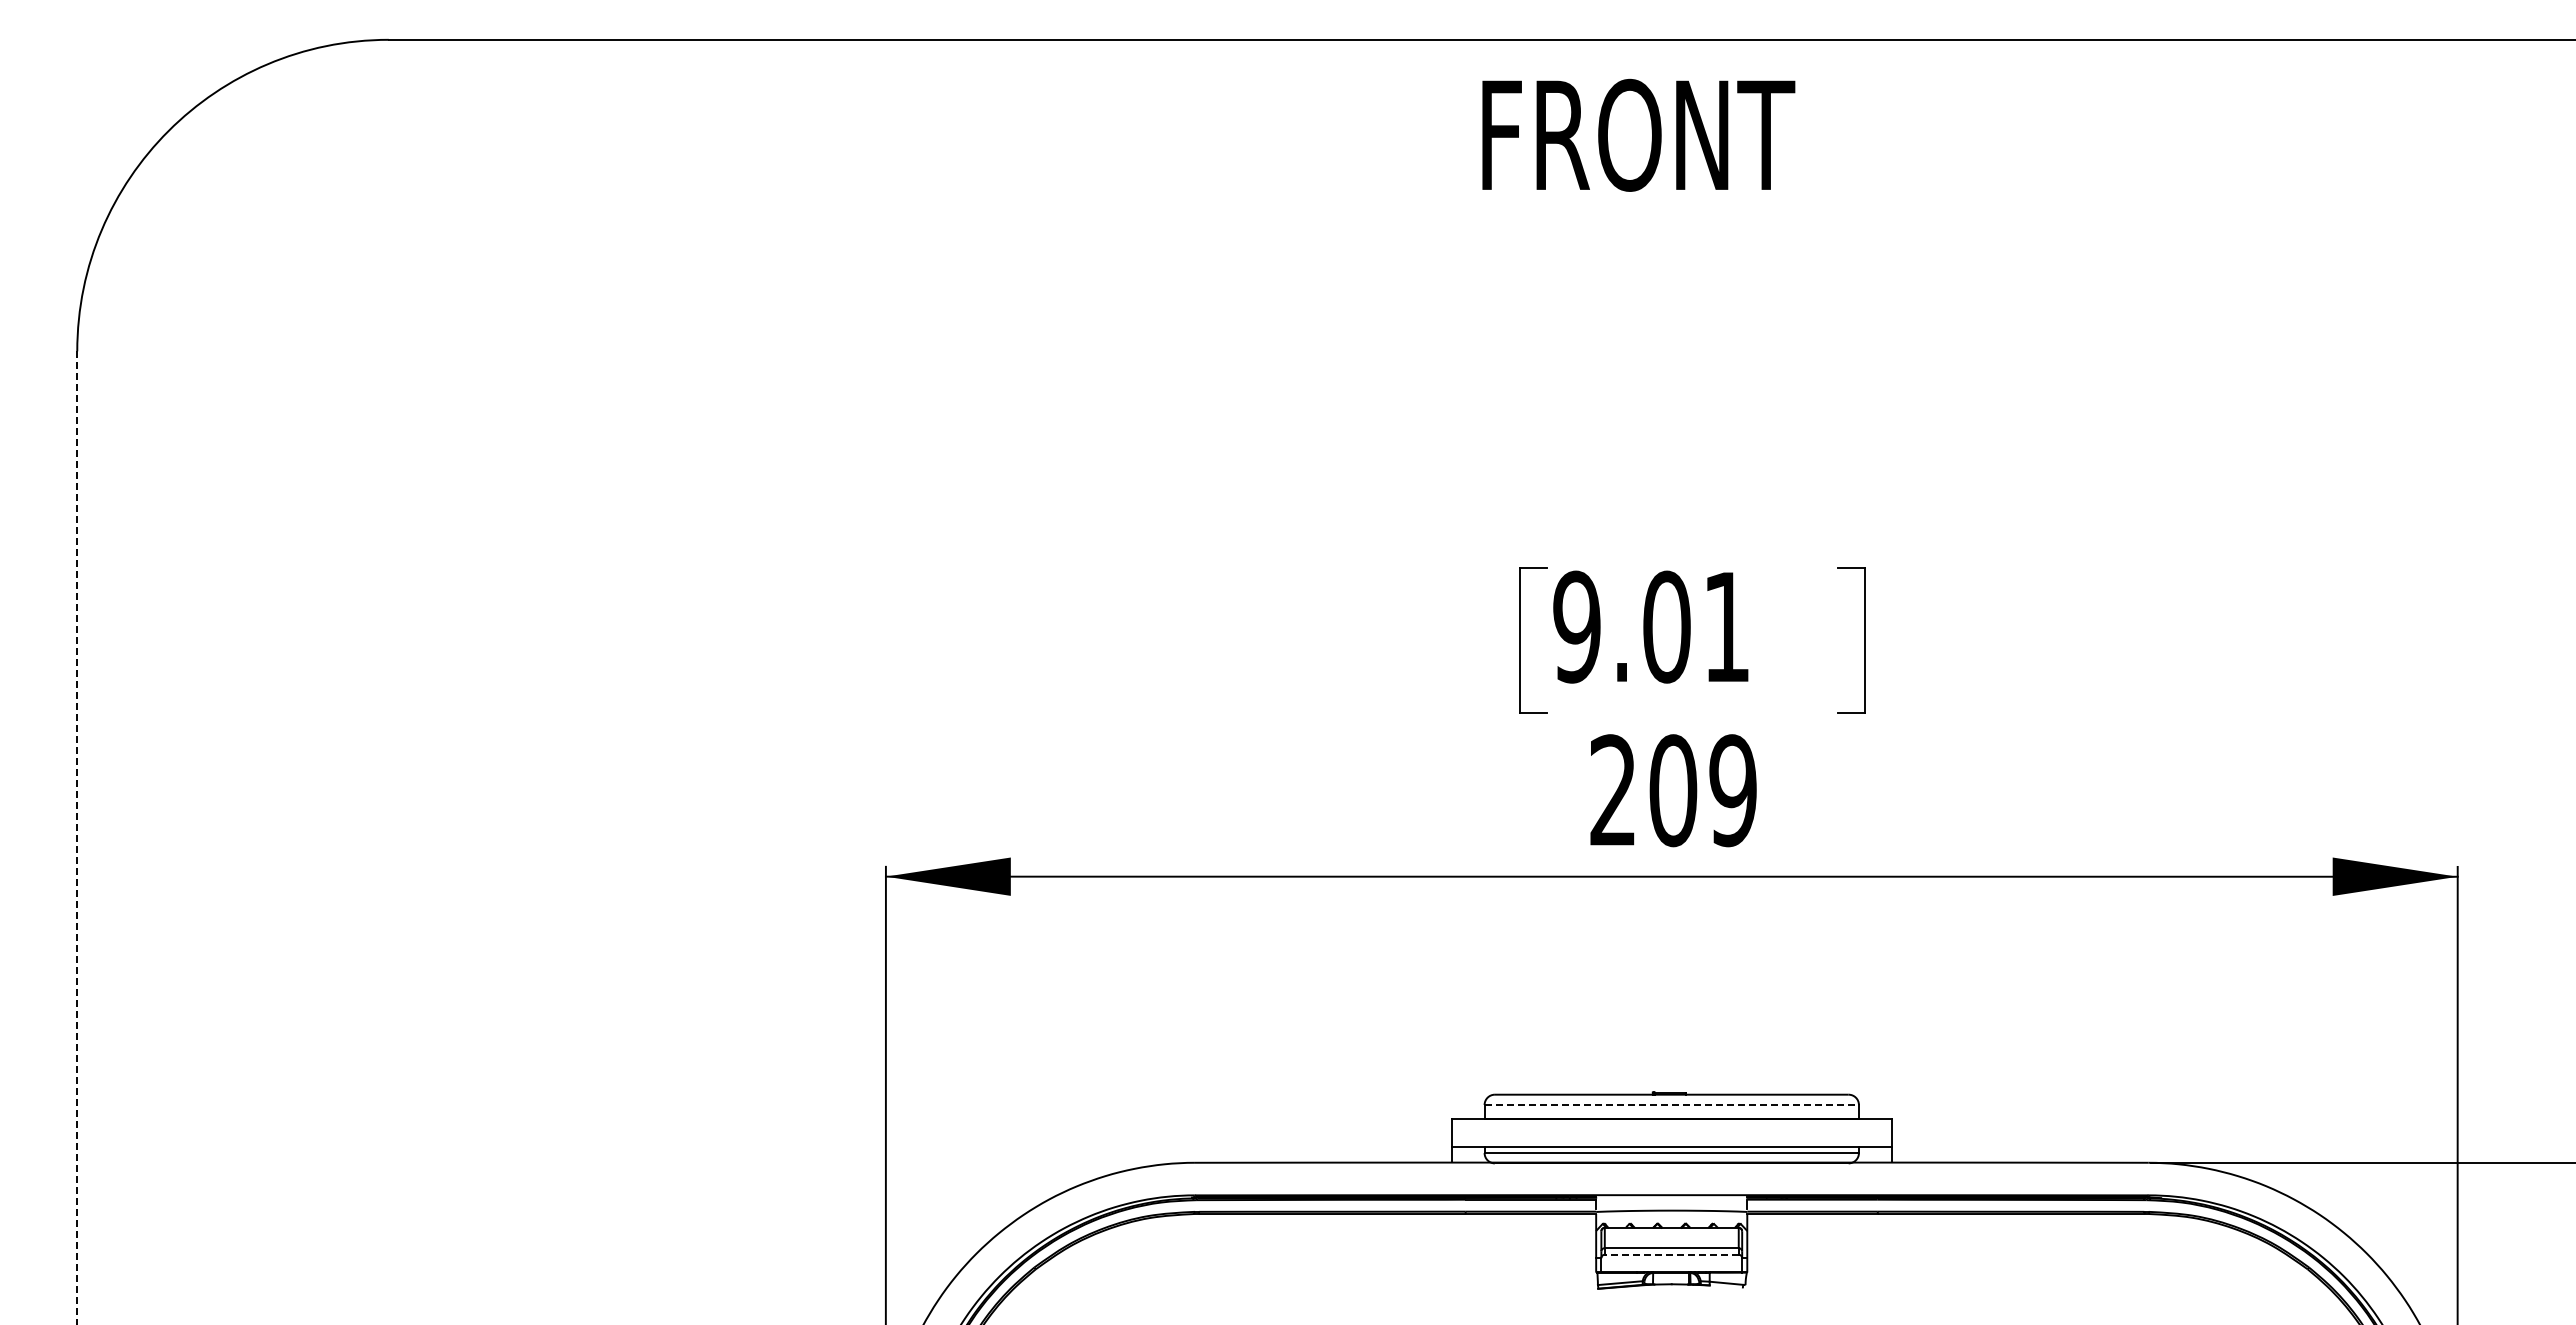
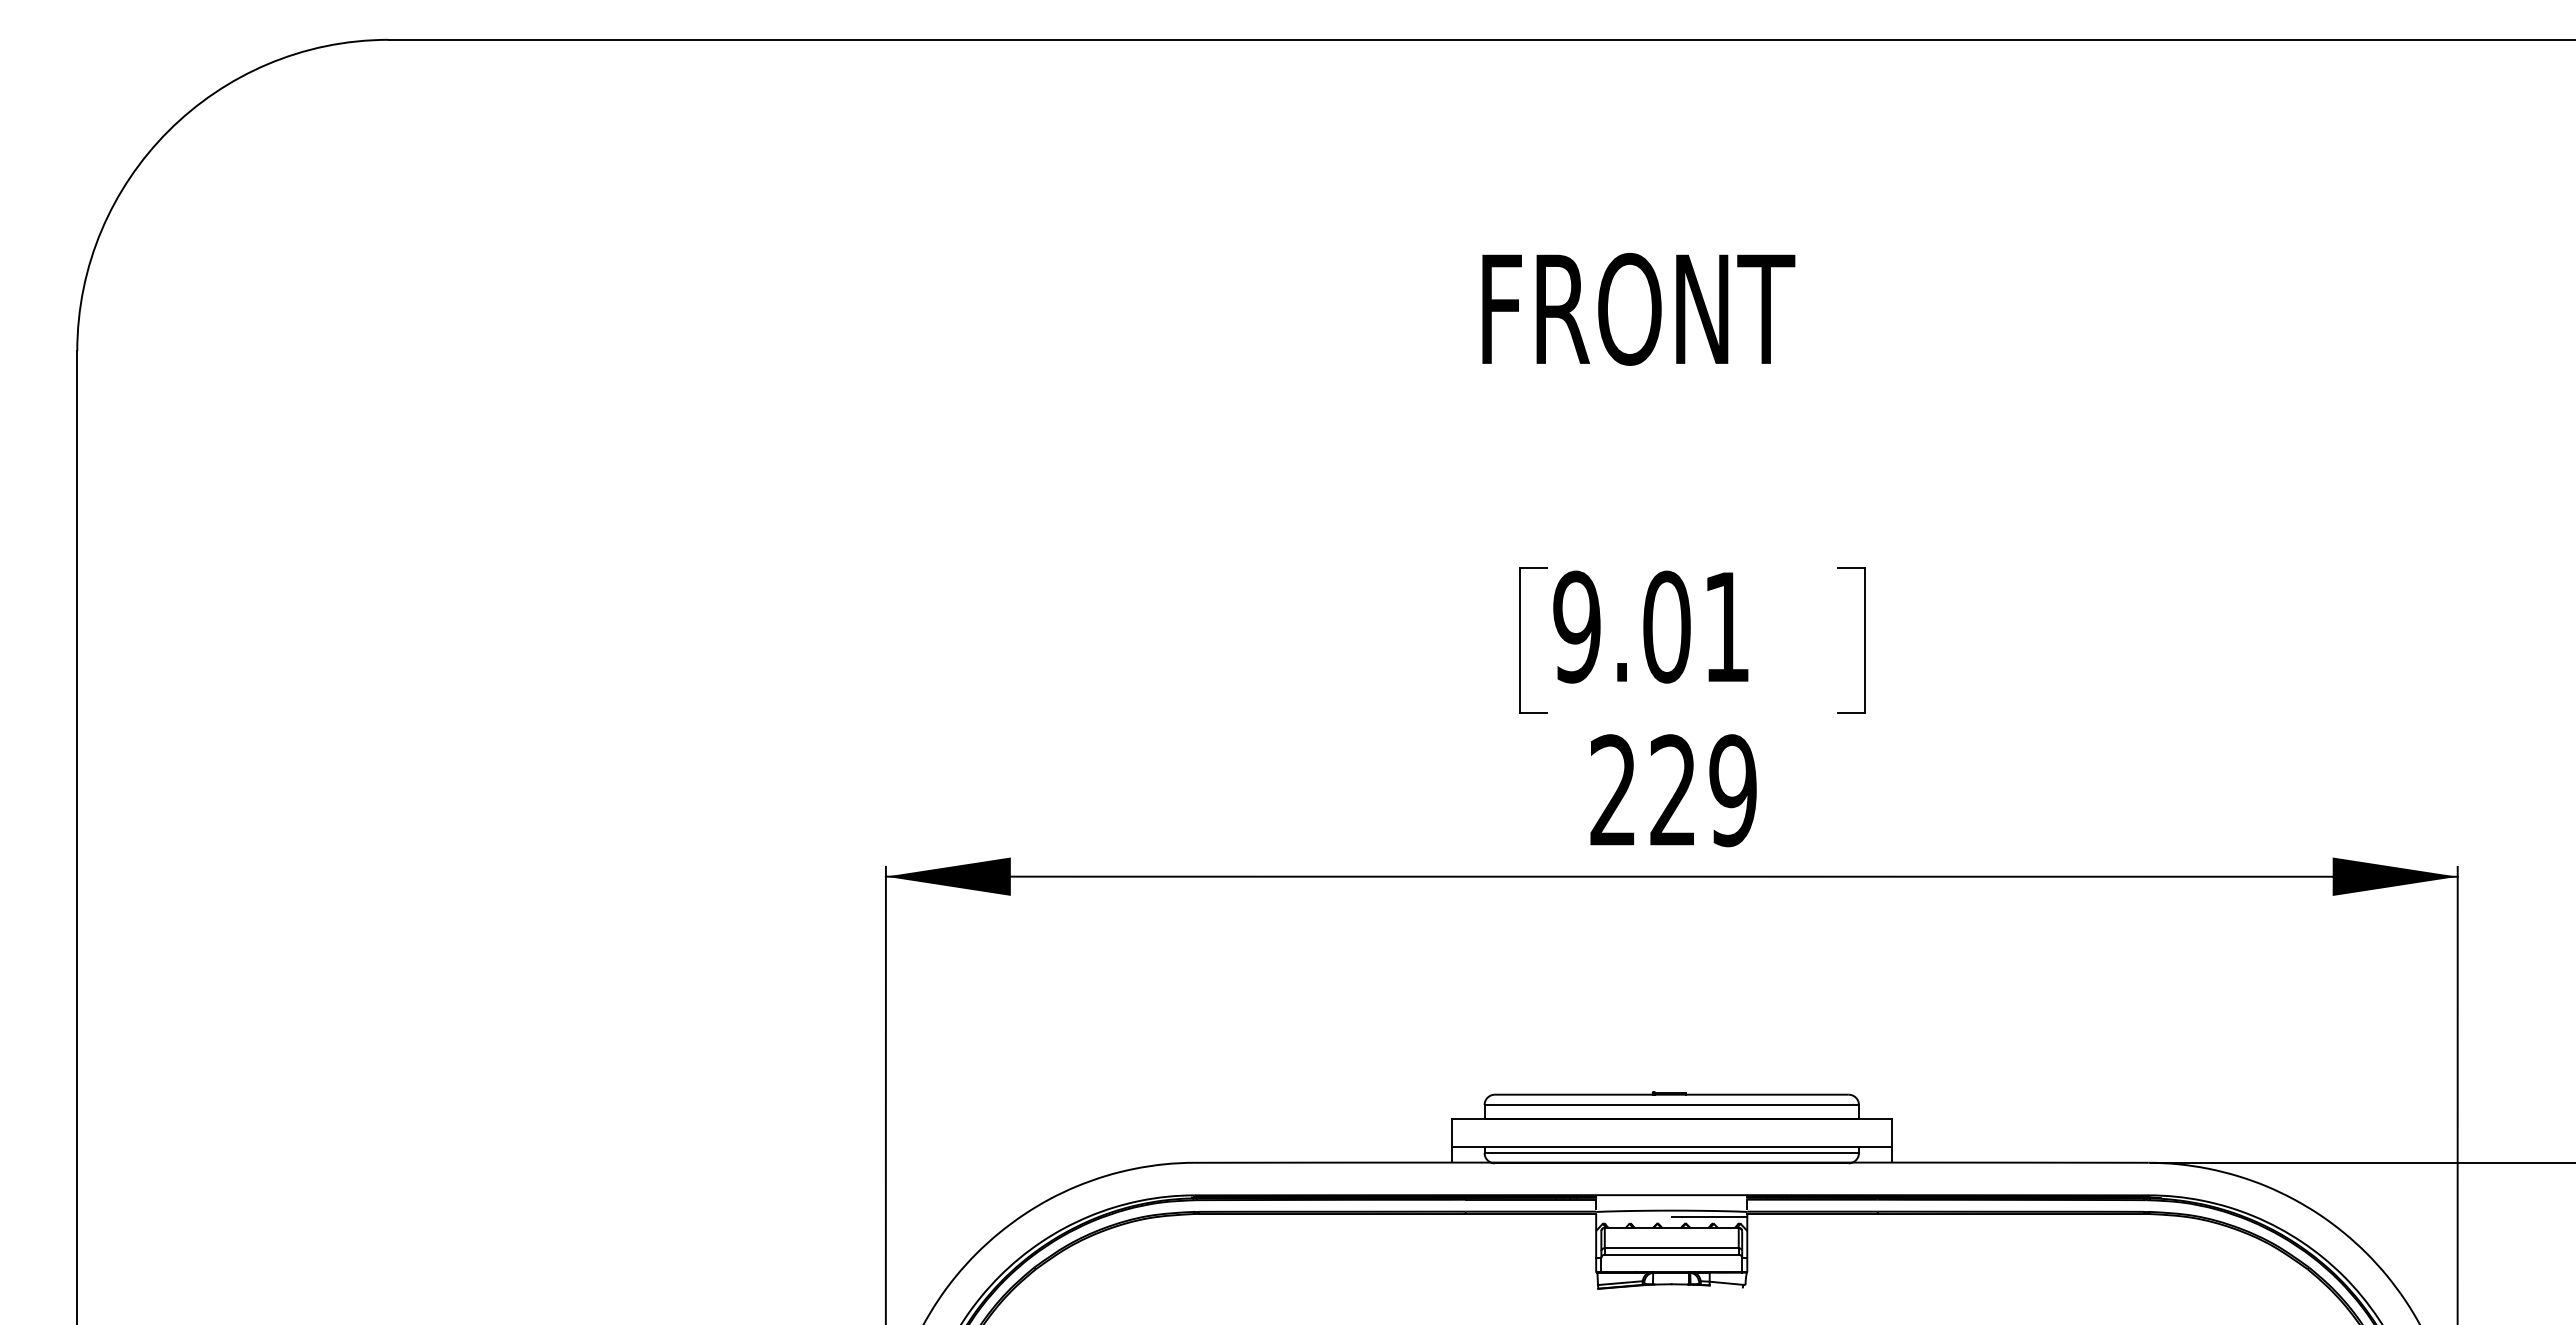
text at (1638, 134) position: (1638, 134) -> (1638, 308)
text at (1673, 790): 209 -> 229
line at (77, 838): dashed -> solid
line at (1672, 1104): dashed -> solid
line at (1709, 1216): none -> present
line at (1671, 1254): dashed -> solid
